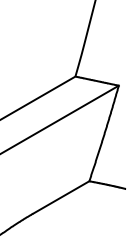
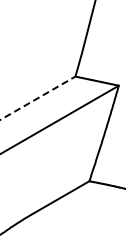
line at (38, 98): solid -> dashed
